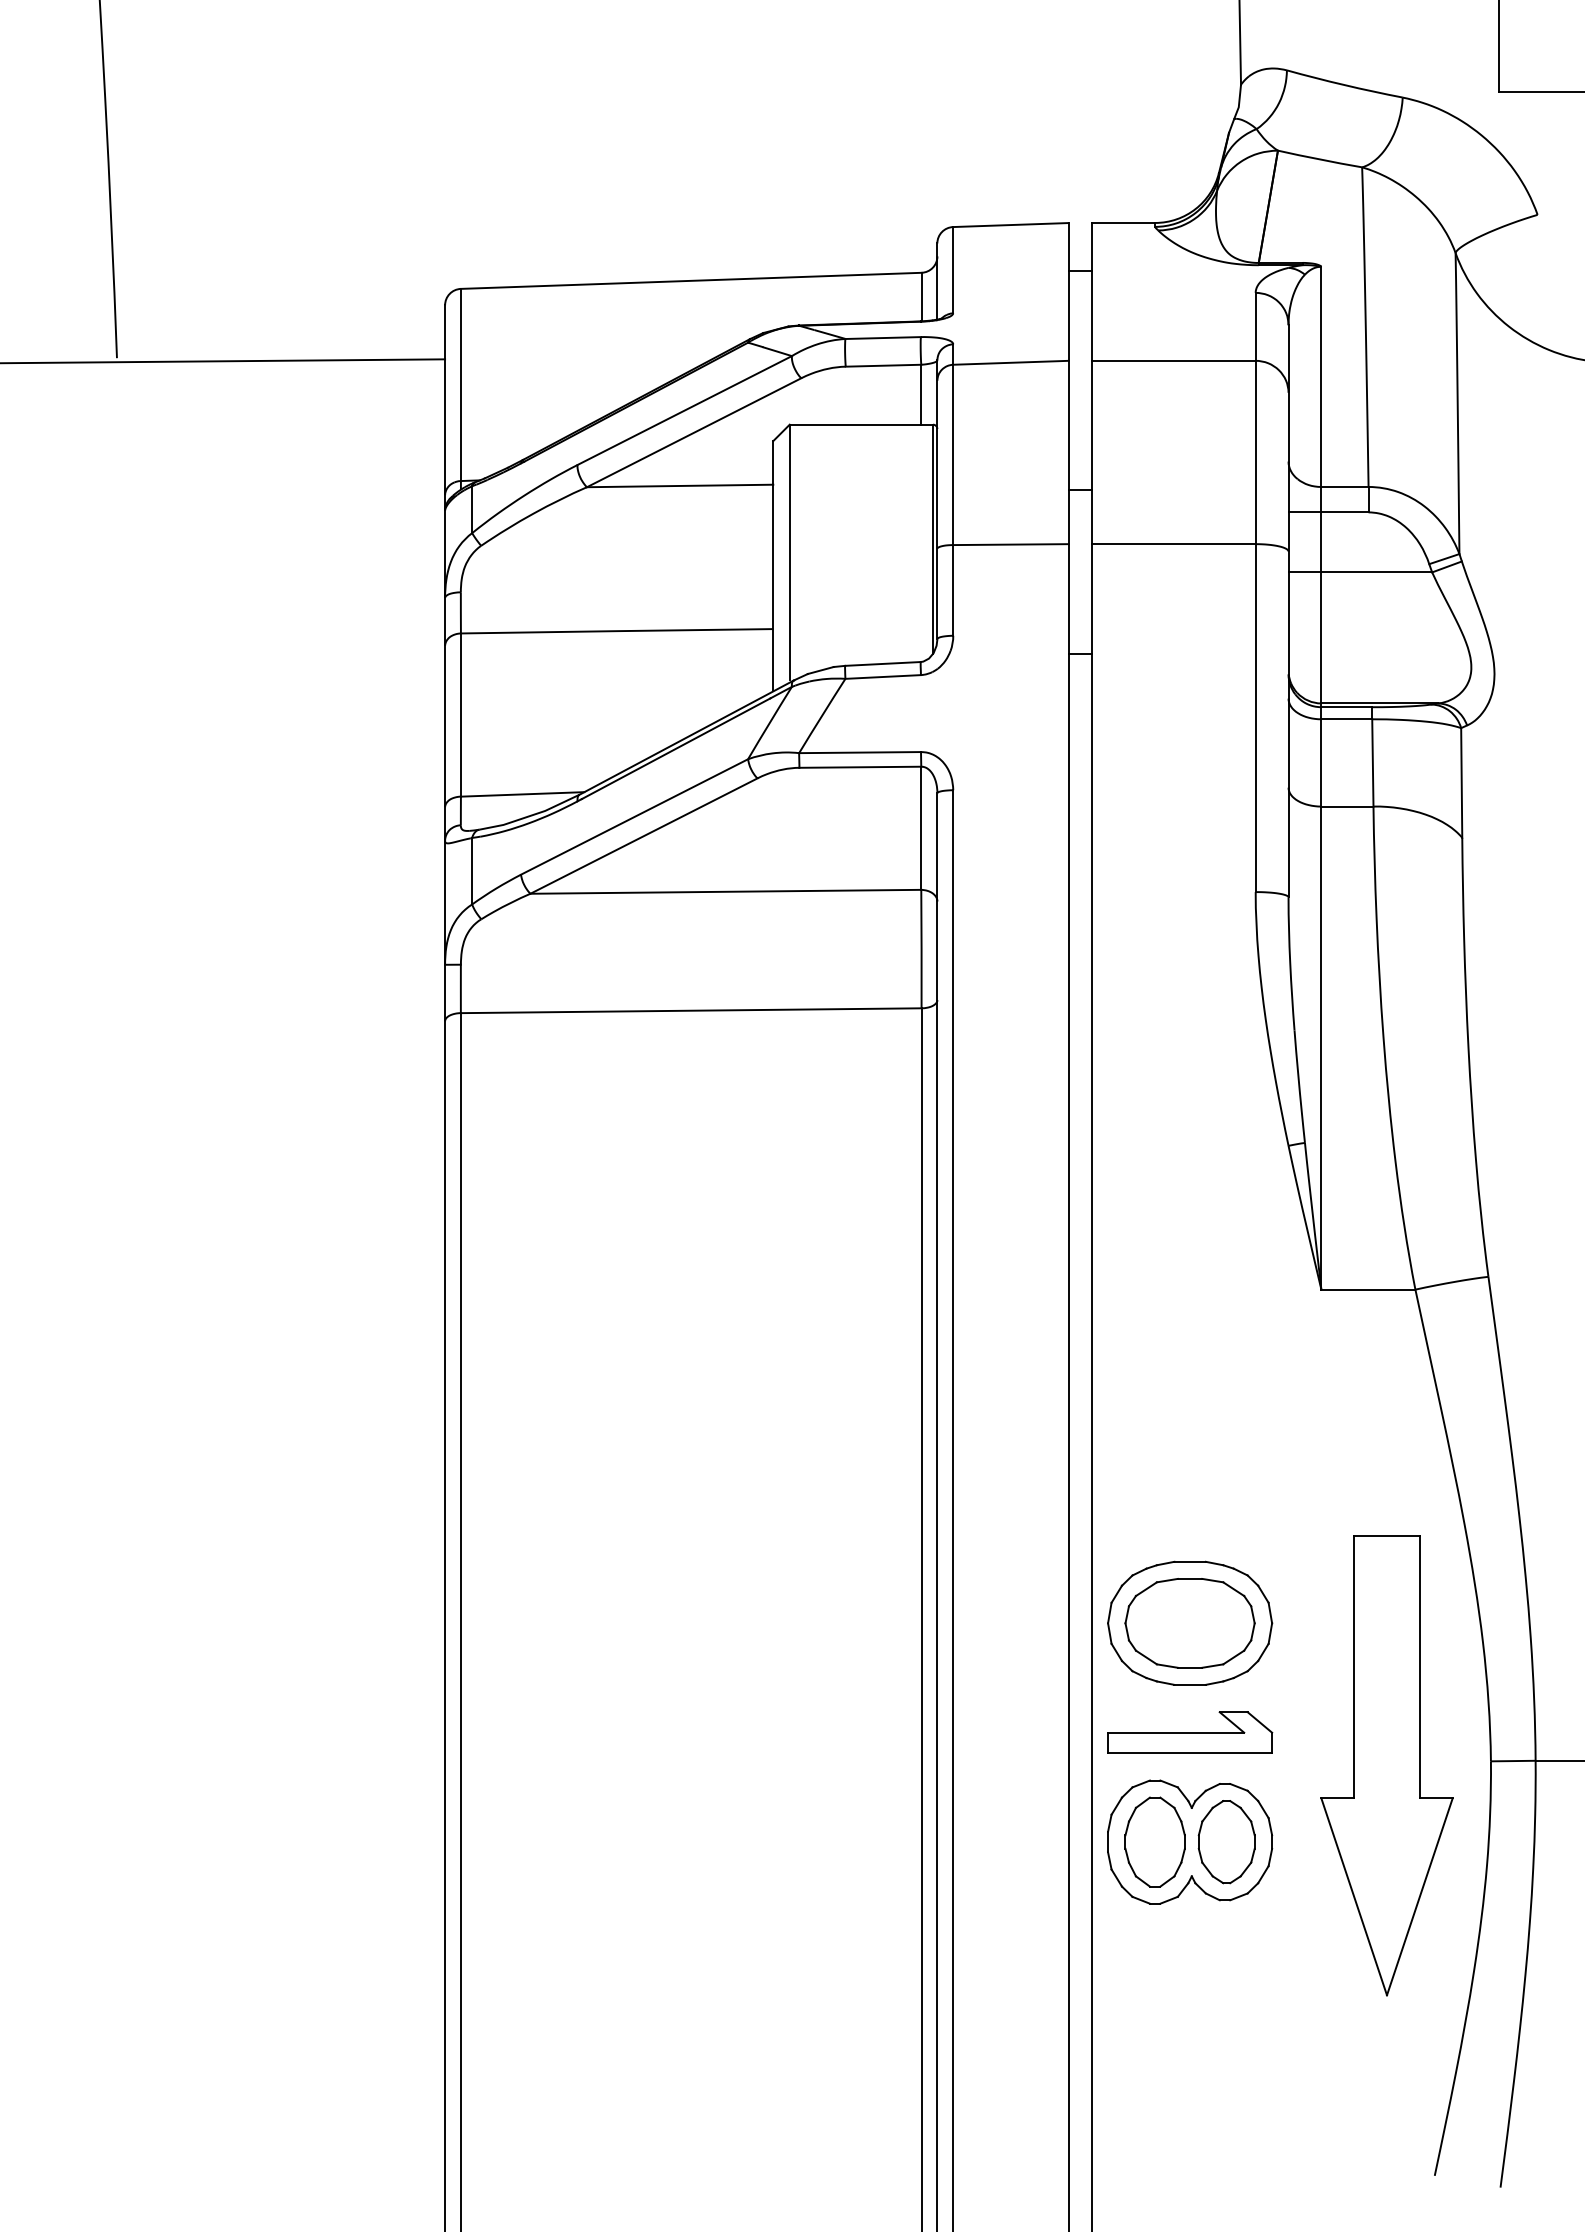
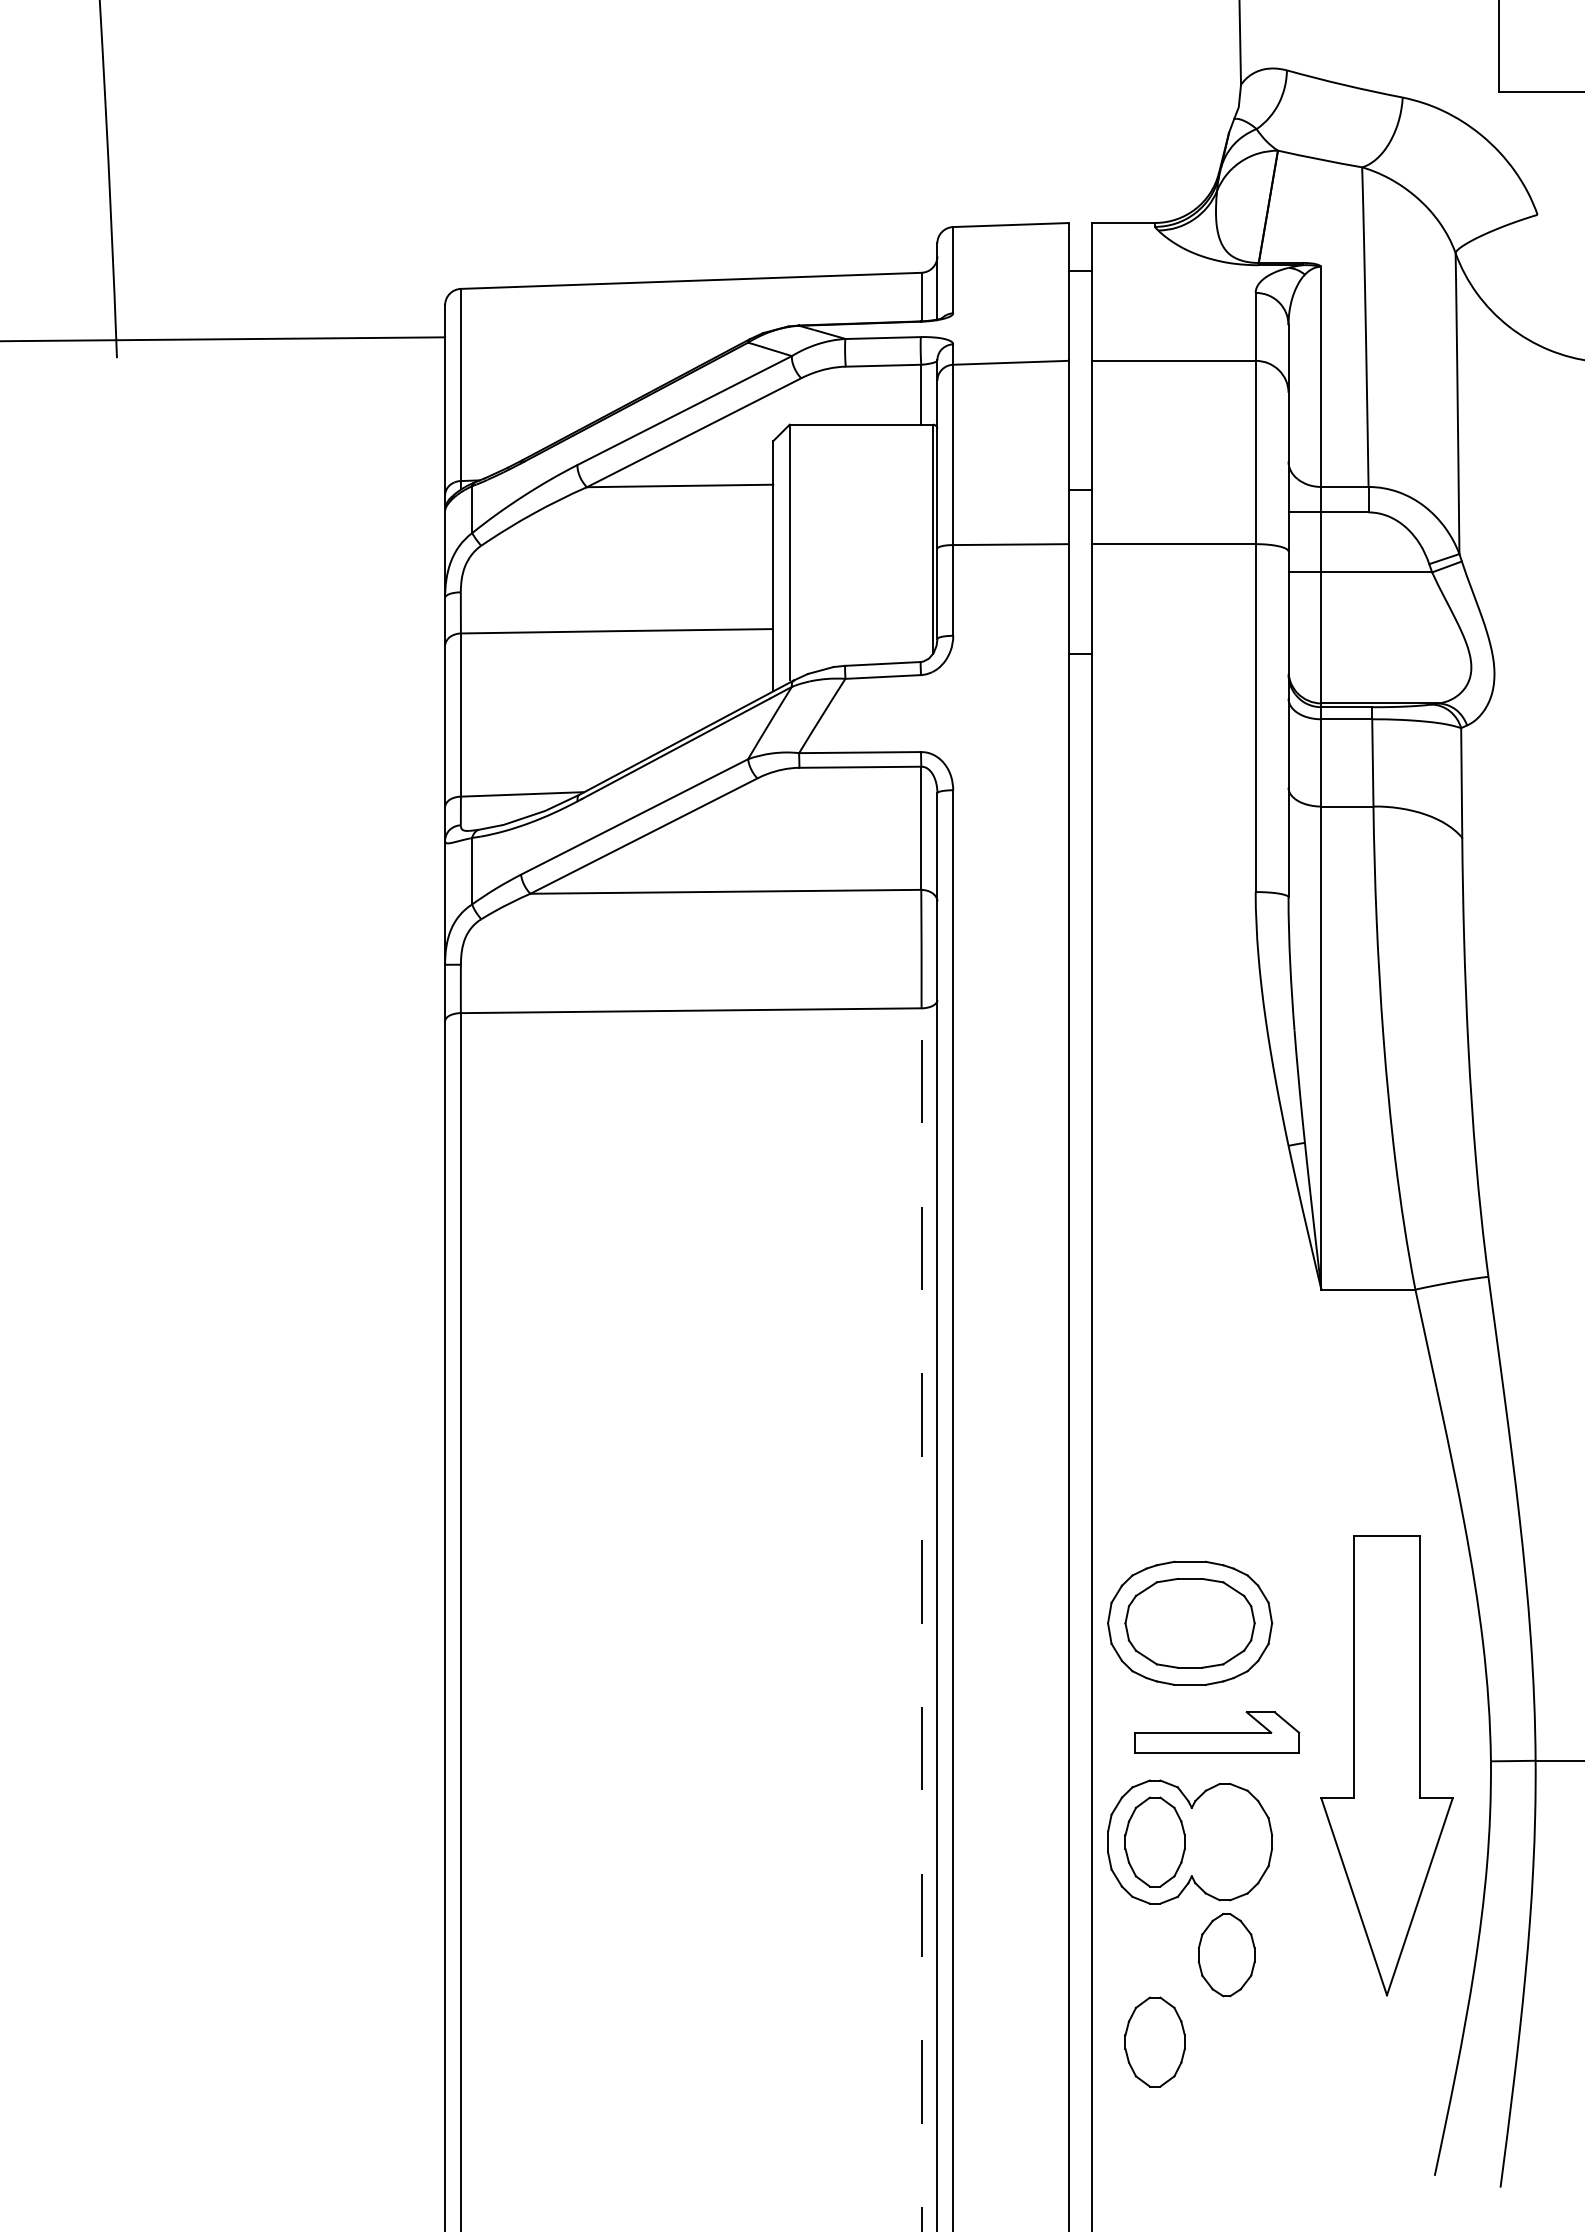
line at (223, 361) position: (223, 361) -> (223, 339)
line at (921, 1619): solid -> dashed
part at (1190, 1732) position: (1190, 1732) -> (1217, 1732)
part at (1226, 1842) position: (1226, 1842) -> (1226, 1955)
part at (1154, 2041): none -> present
